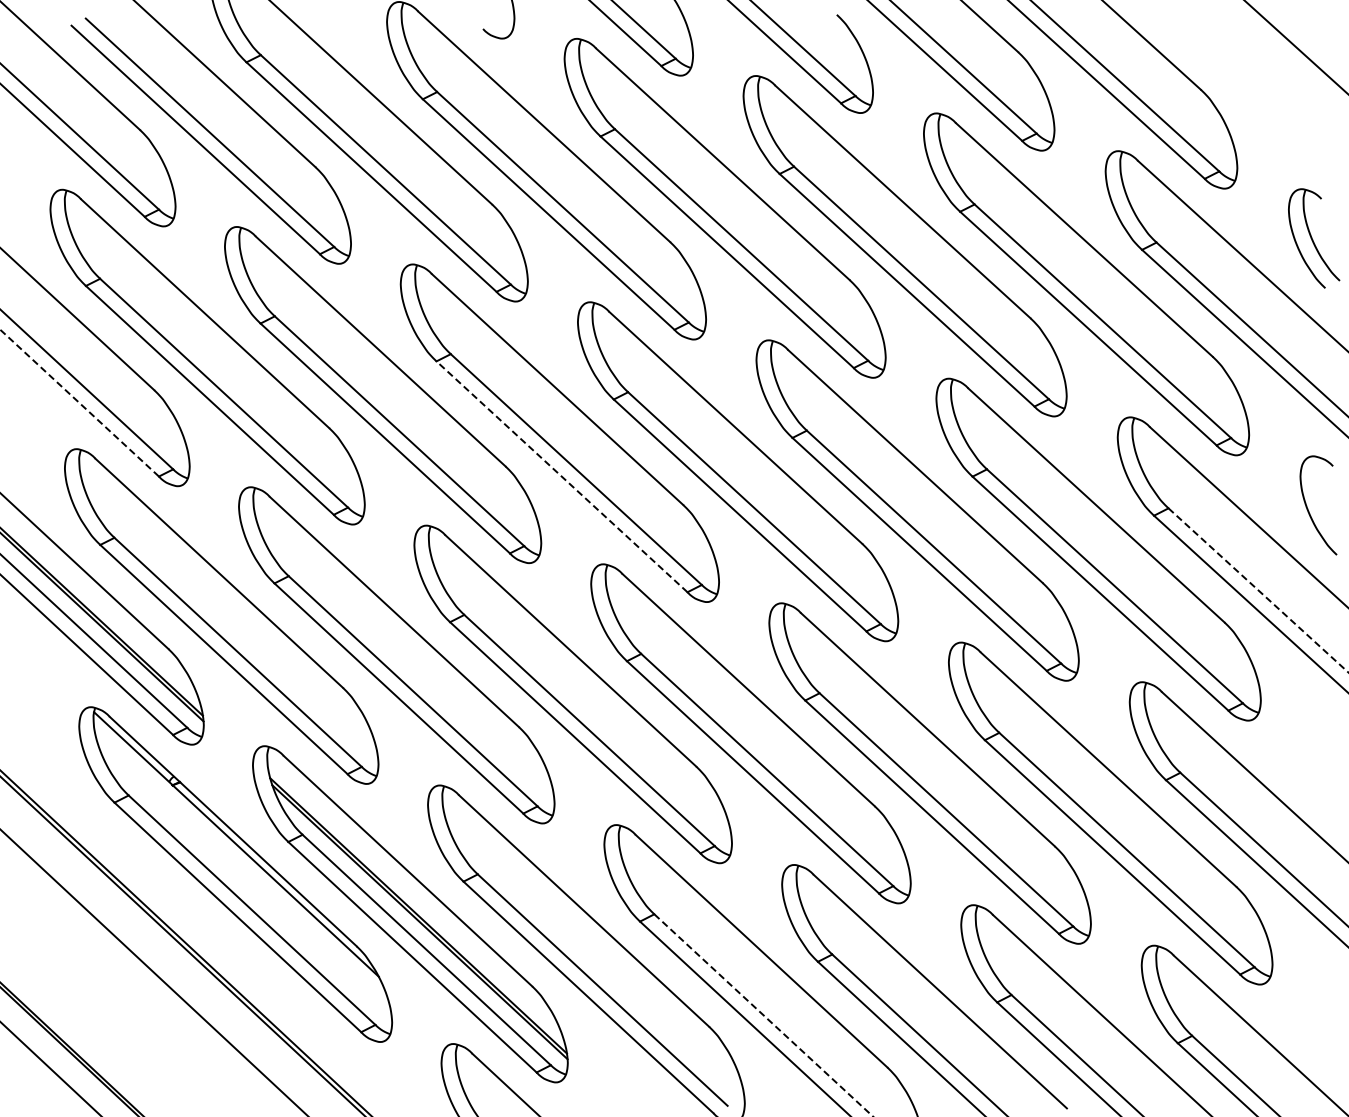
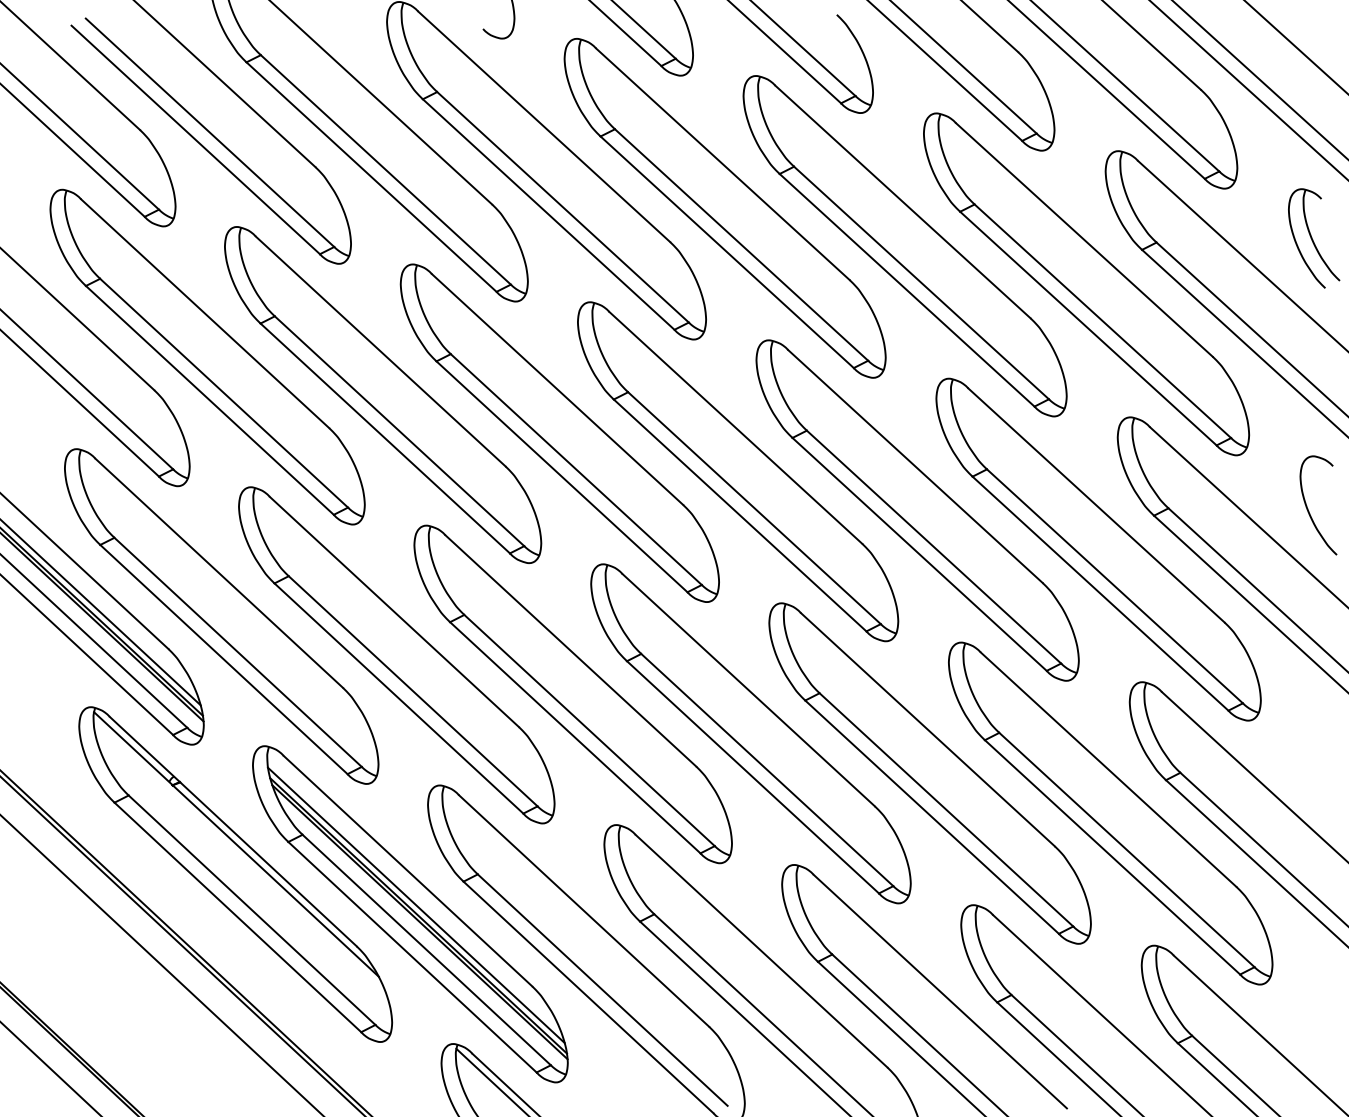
line at (1259, 79): none -> present
line at (1248, 90): none -> present
line at (79, 403): dashed -> solid
line at (562, 476): dashed -> solid
line at (1258, 590): dashed -> solid
line at (101, 613): none -> present
line at (415, 905): none -> present
line at (153, 972) position: (153, 972) -> (161, 965)
line at (764, 1015): dashed -> solid
line at (490, 1080): none -> present
